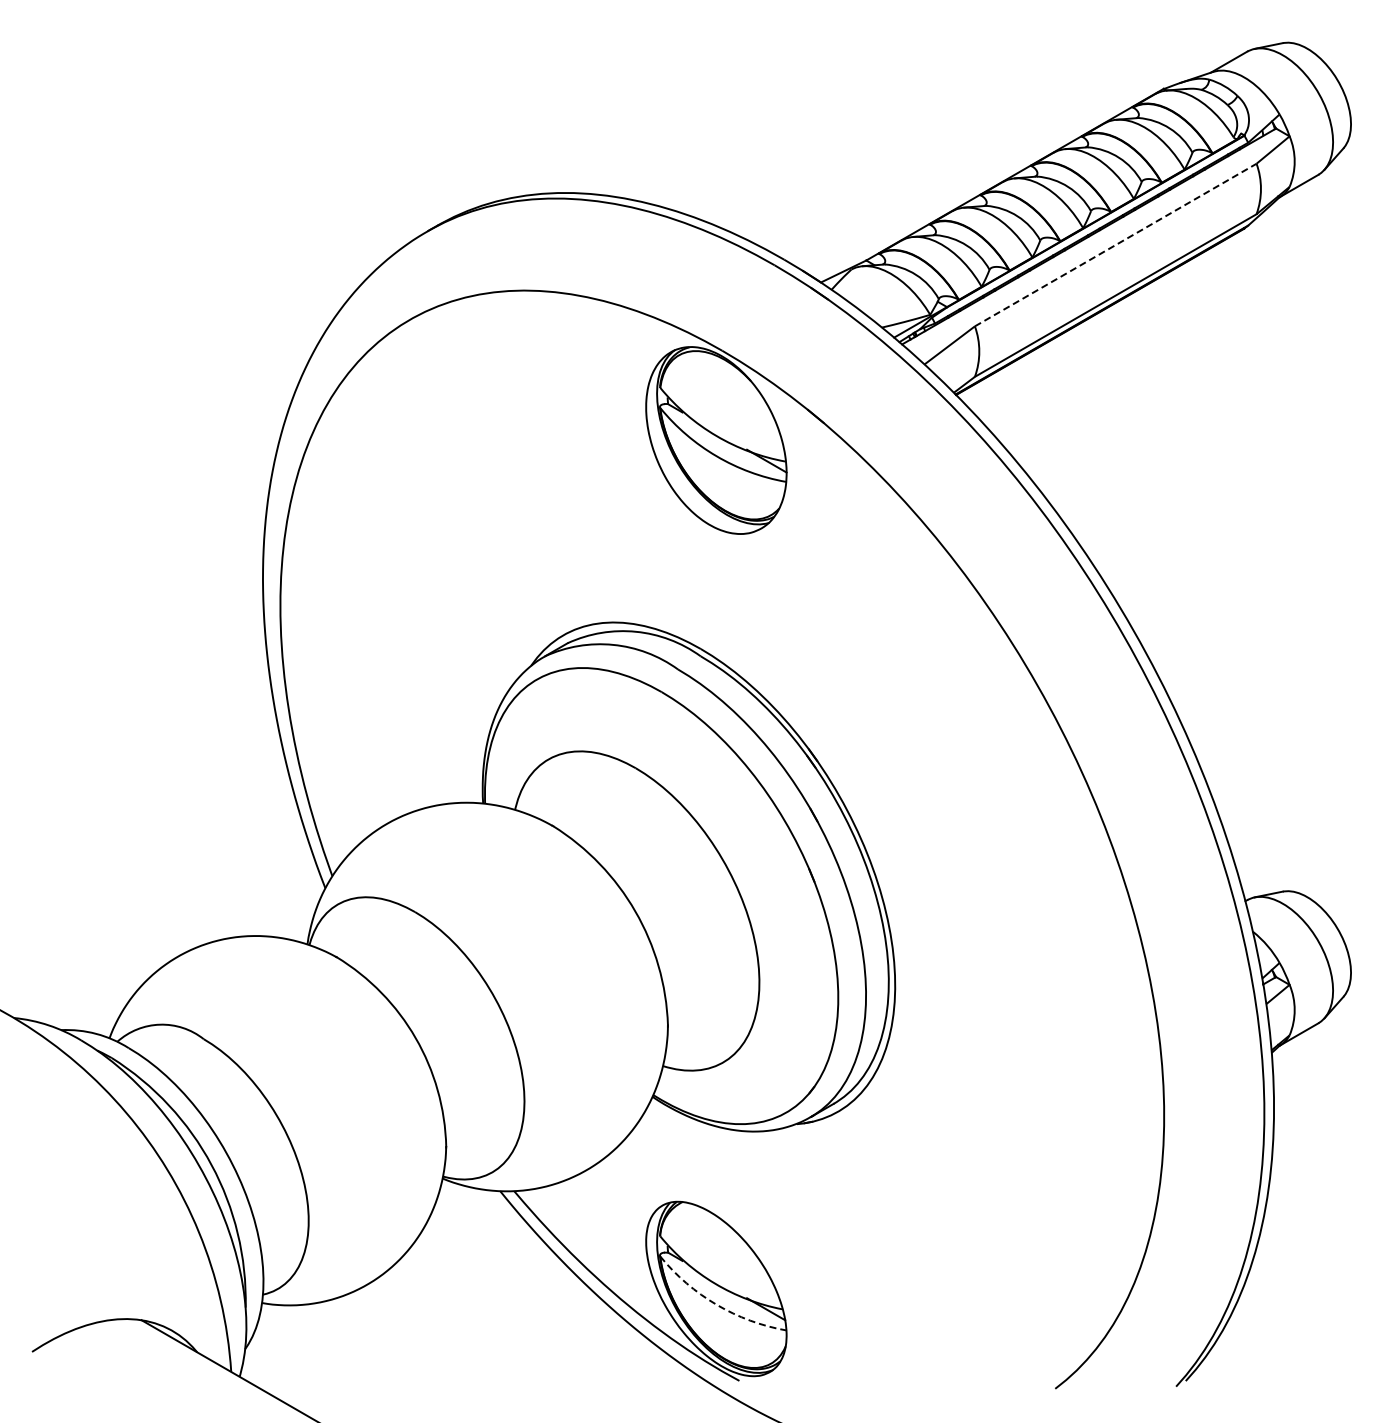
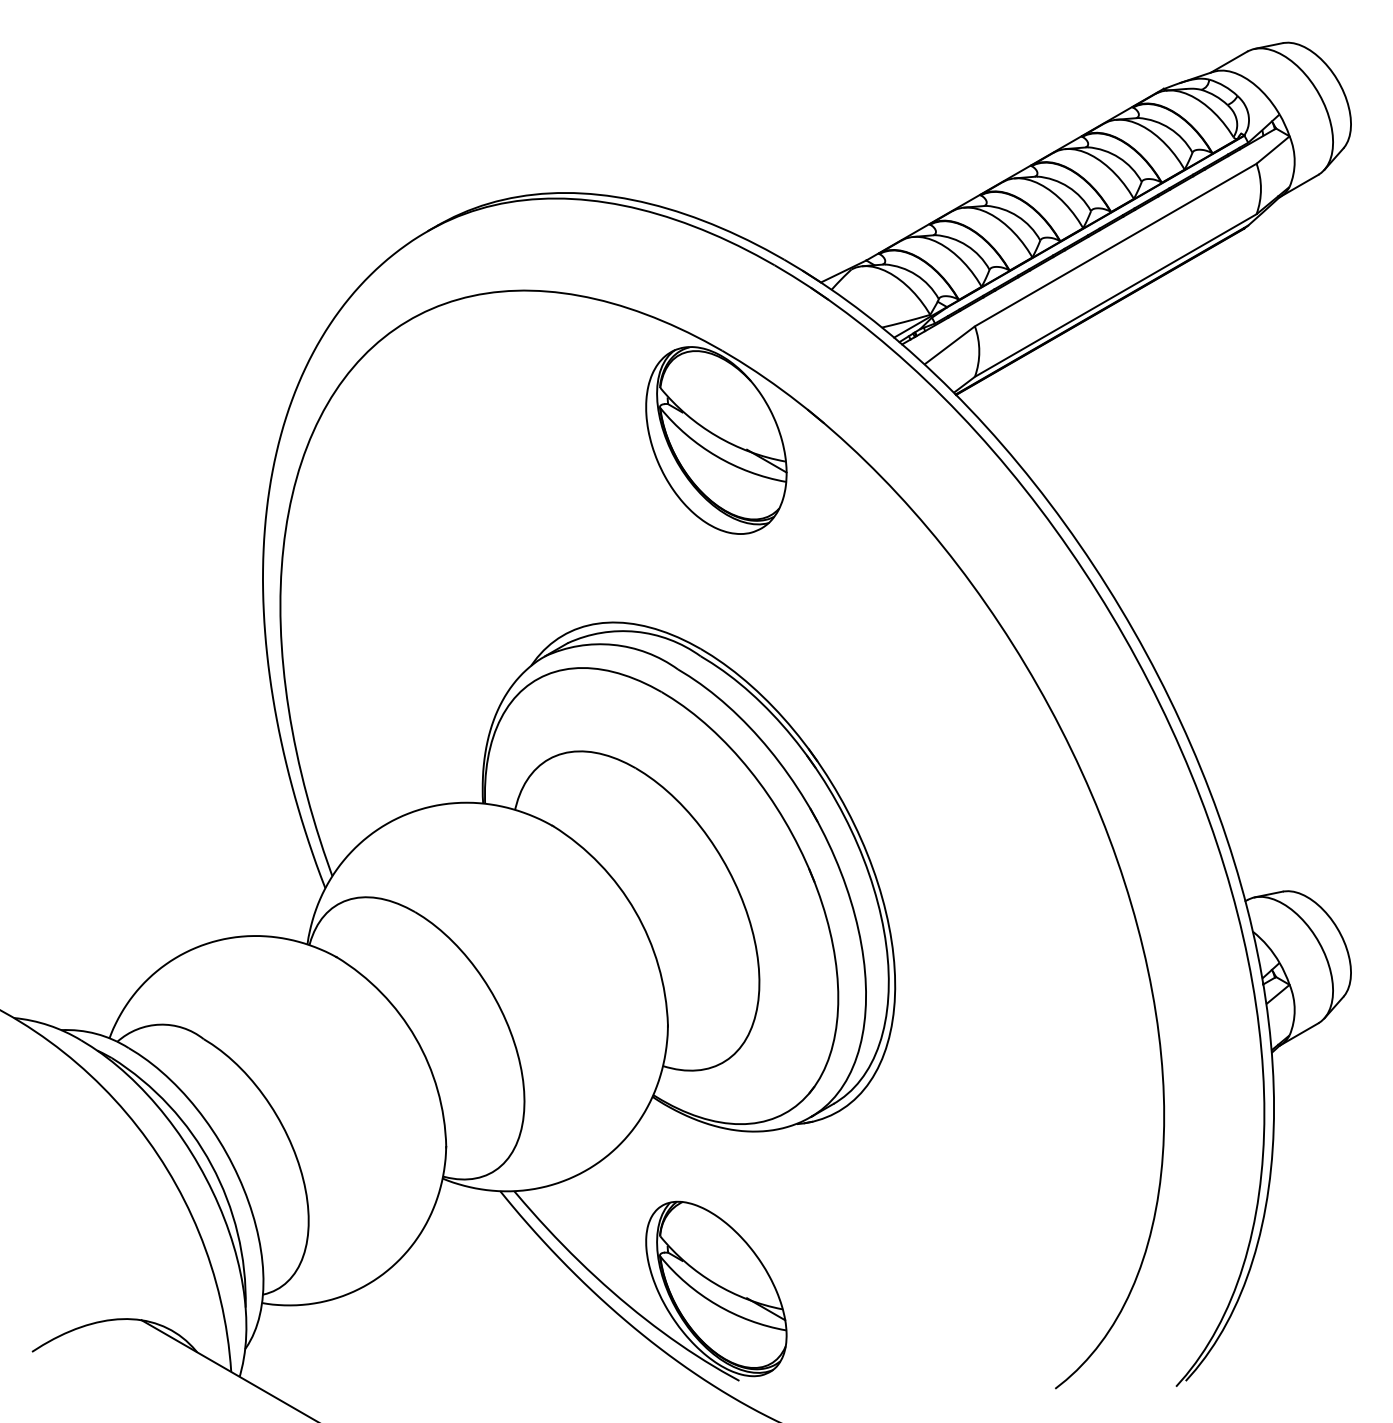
line at (1115, 245): dashed -> solid
arc at (716, 1304): dashed -> solid
